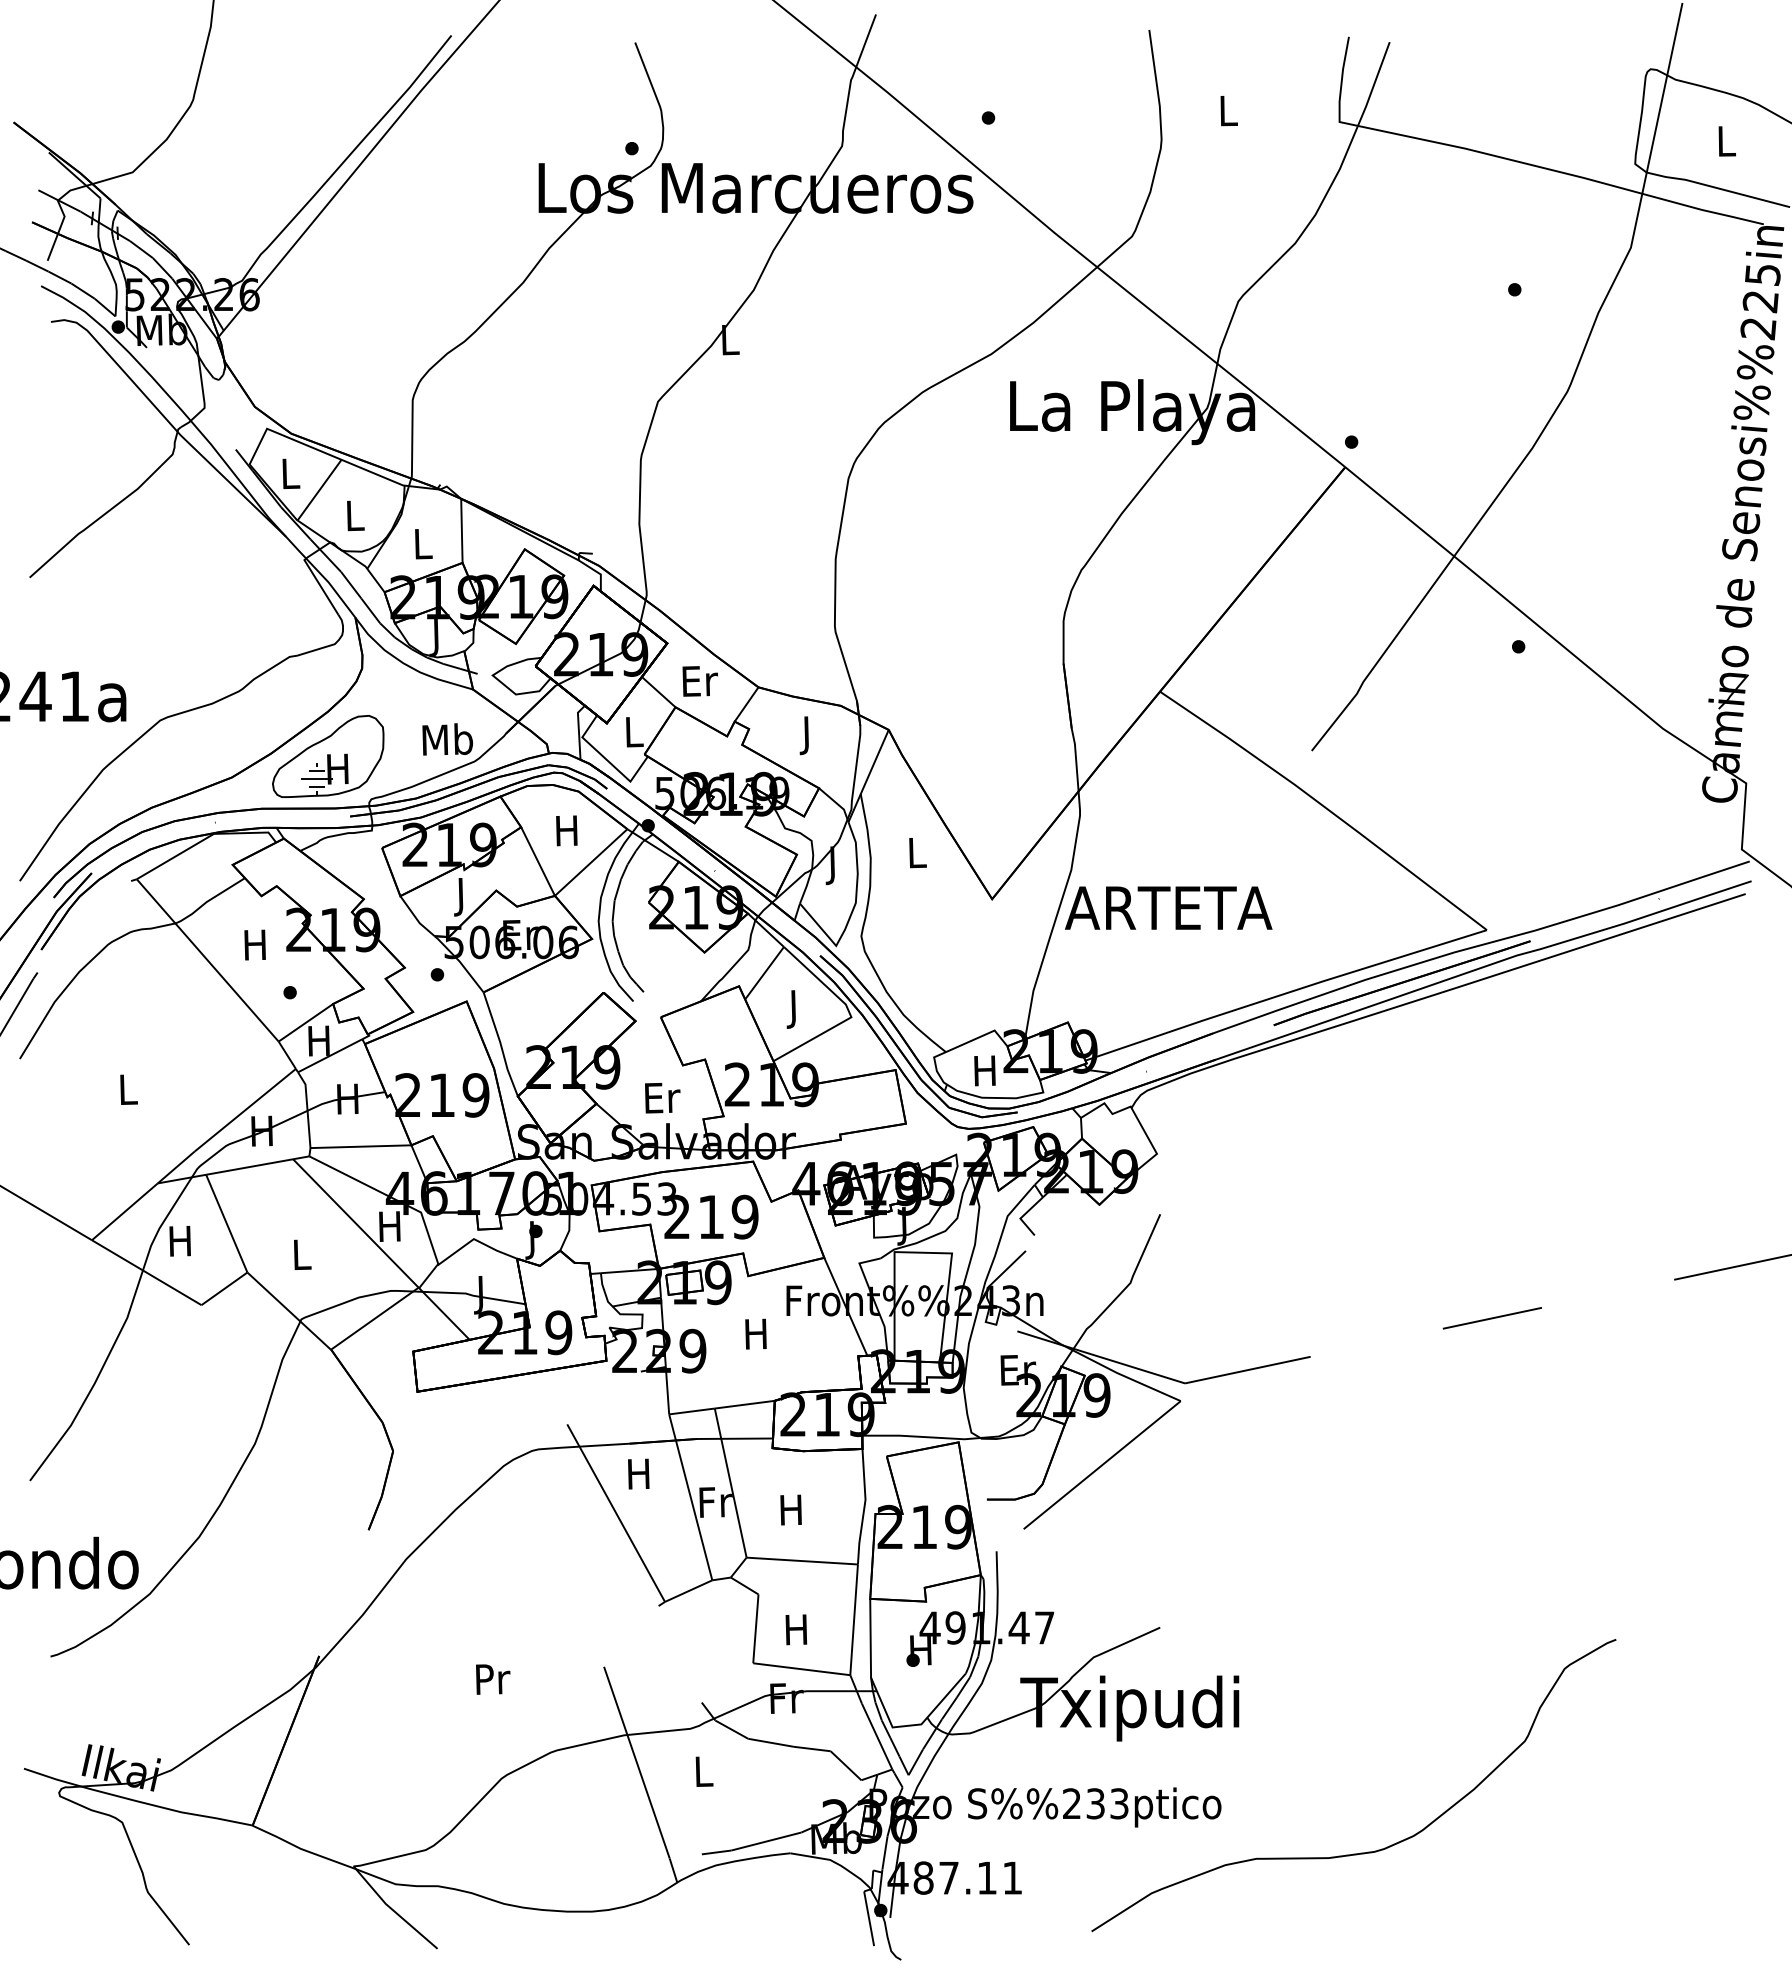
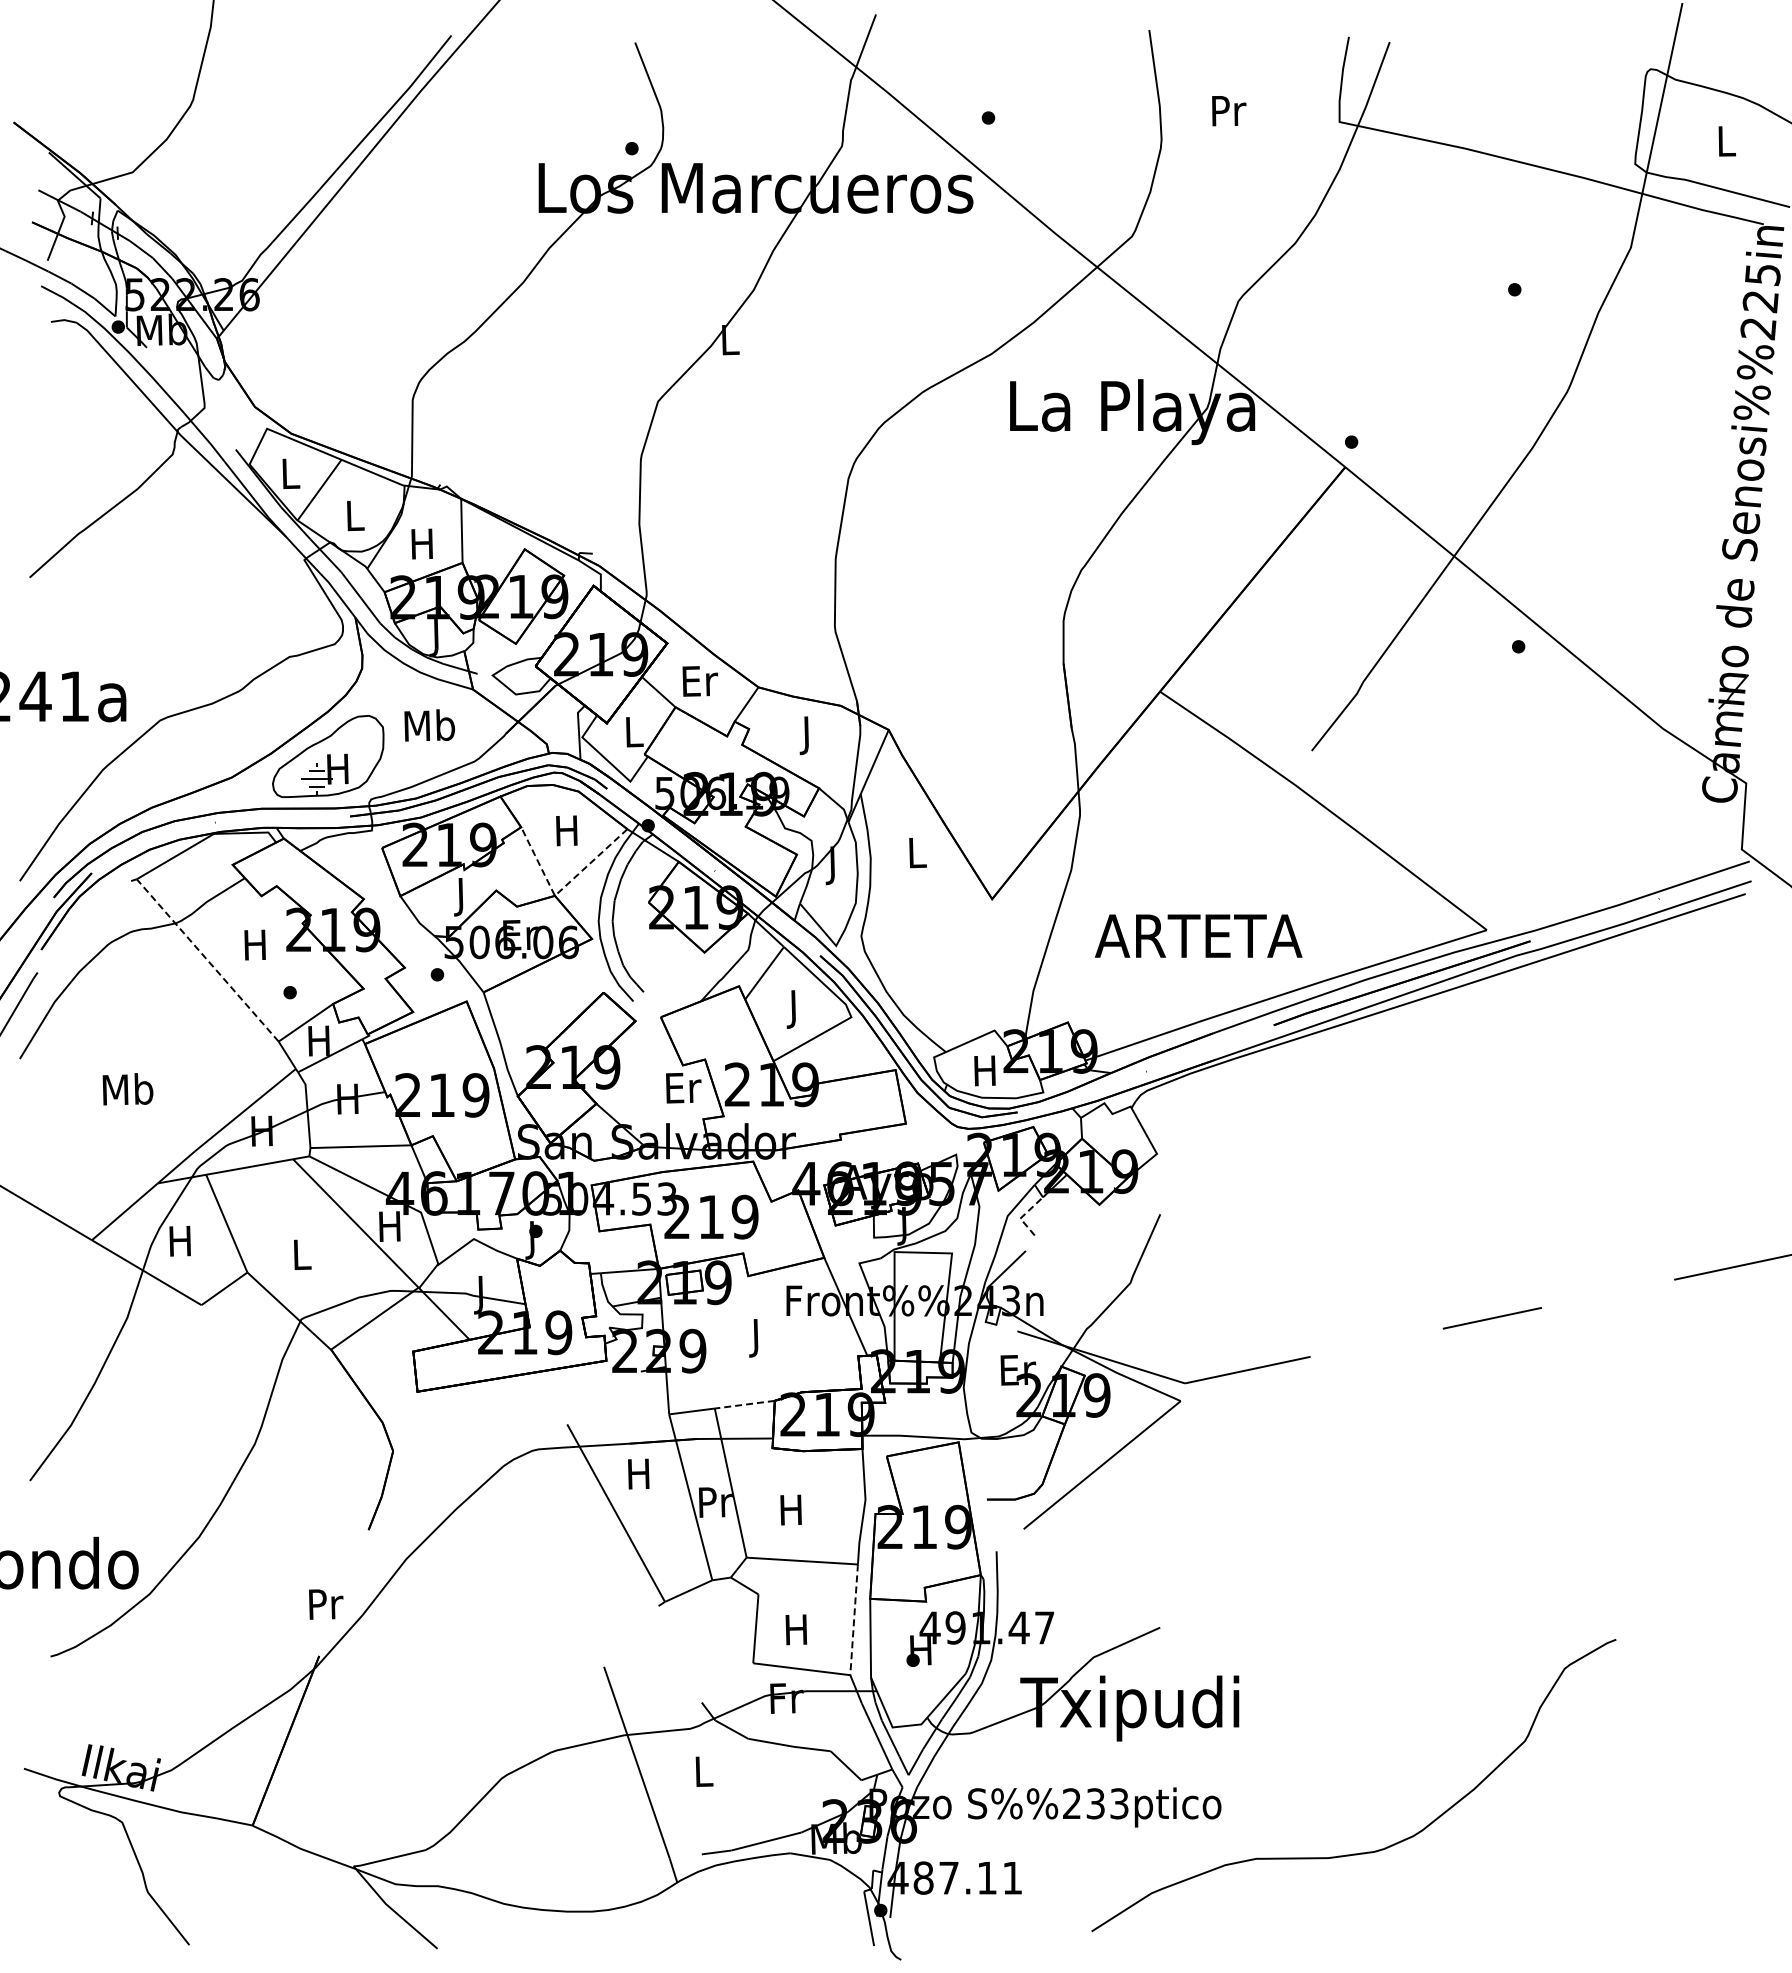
text at (1229, 110): L -> Pr
text at (421, 543): L -> H
text at (447, 739) position: (447, 739) -> (429, 725)
line at (562, 889): solid -> dashed
text at (1168, 907) position: (1168, 907) -> (1198, 935)
line at (207, 960): solid -> dashed
text at (127, 1089): L -> Mb
text at (662, 1098) position: (662, 1098) -> (683, 1088)
line at (1023, 1215): solid -> dashed
text at (755, 1337): H -> J
line at (744, 1404): solid -> dashed
text at (715, 1502): Fr -> Pr
line at (854, 1619): solid -> dashed
text at (493, 1679) position: (493, 1679) -> (326, 1604)
